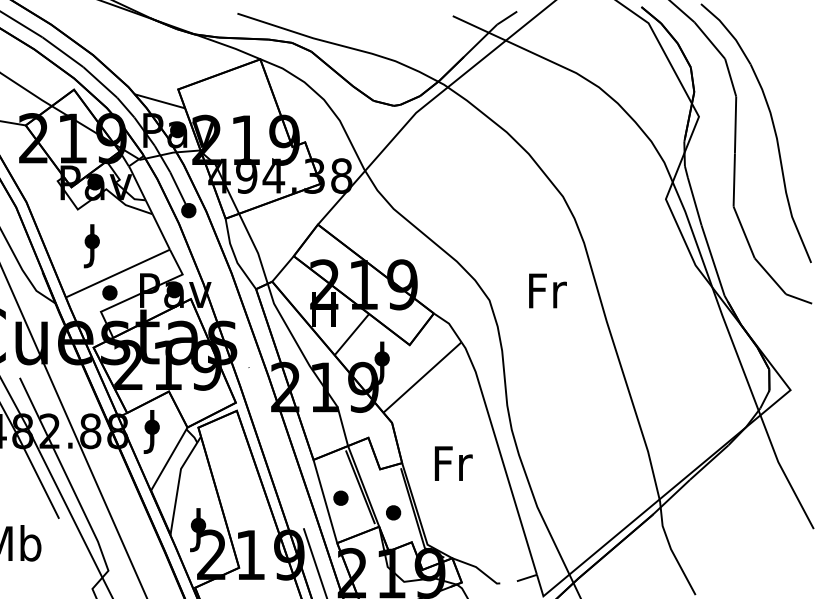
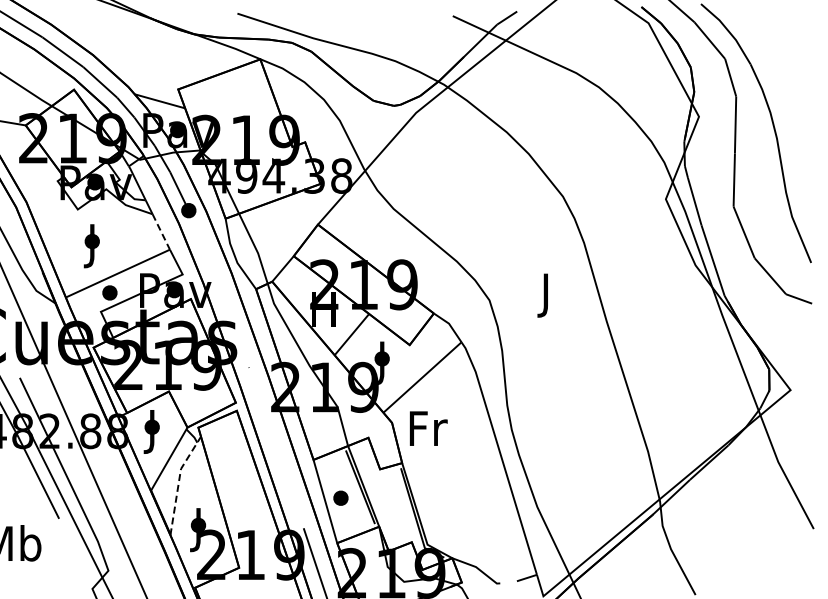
line at (161, 231): solid -> dashed
text at (547, 295): Fr -> J
text at (453, 463) position: (453, 463) -> (428, 428)
line at (178, 482): solid -> dashed
part at (393, 512): present -> none
